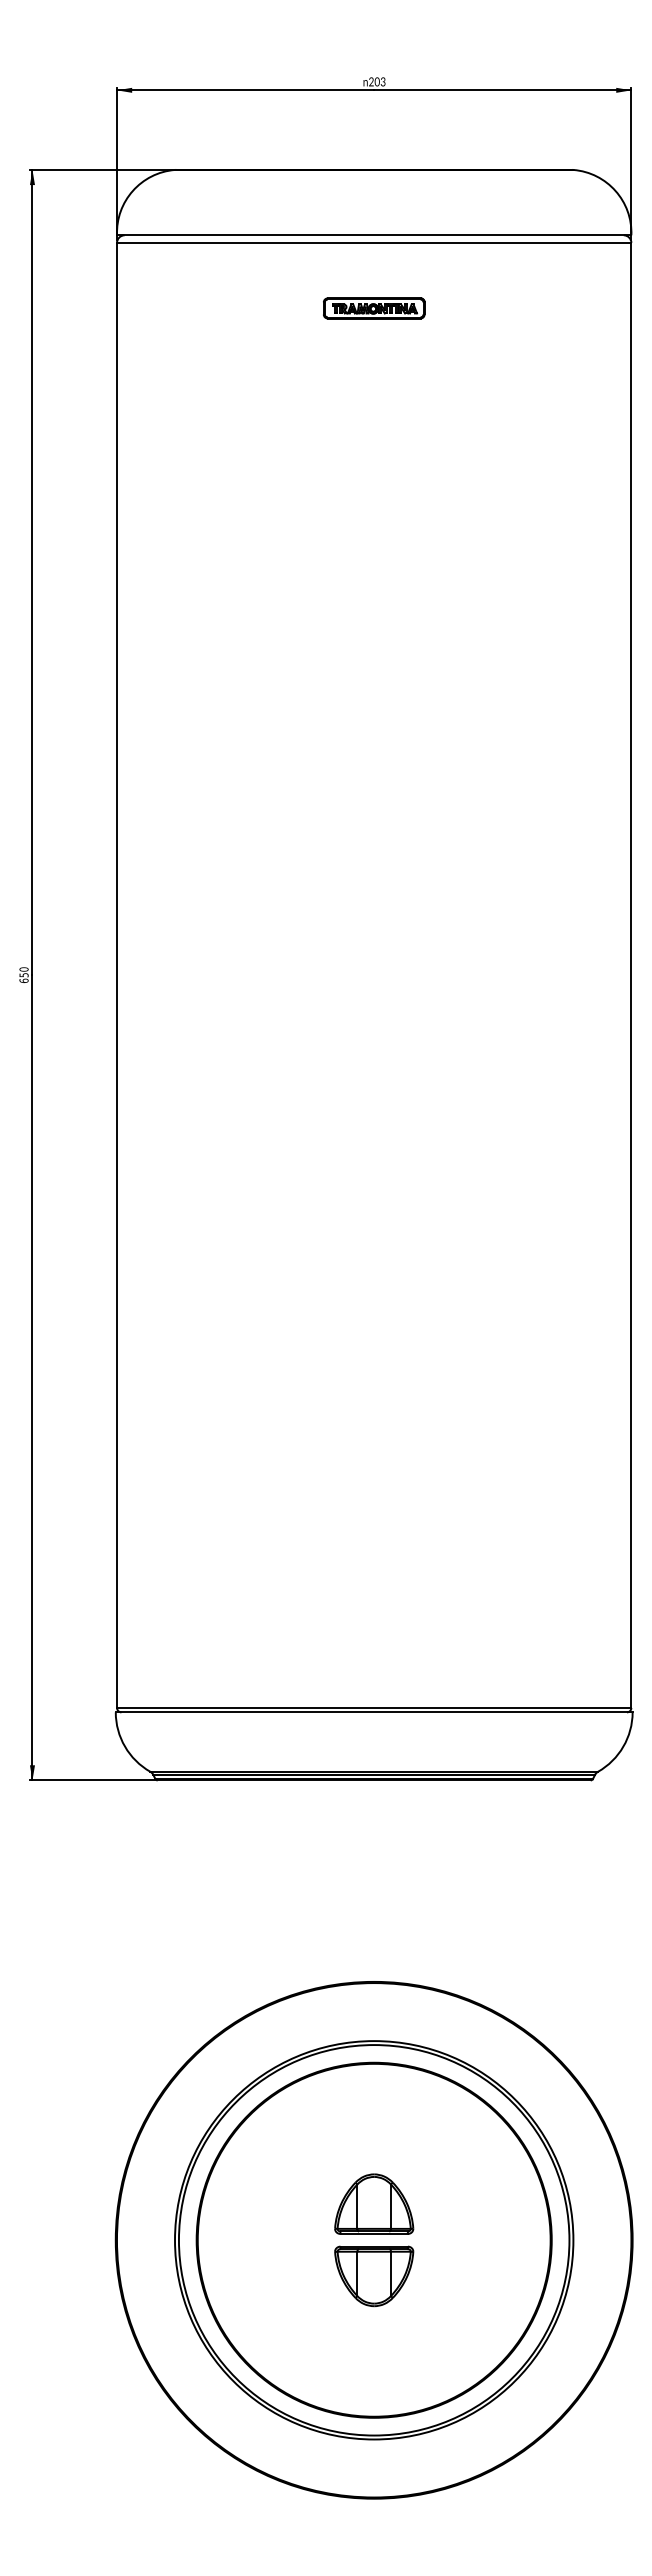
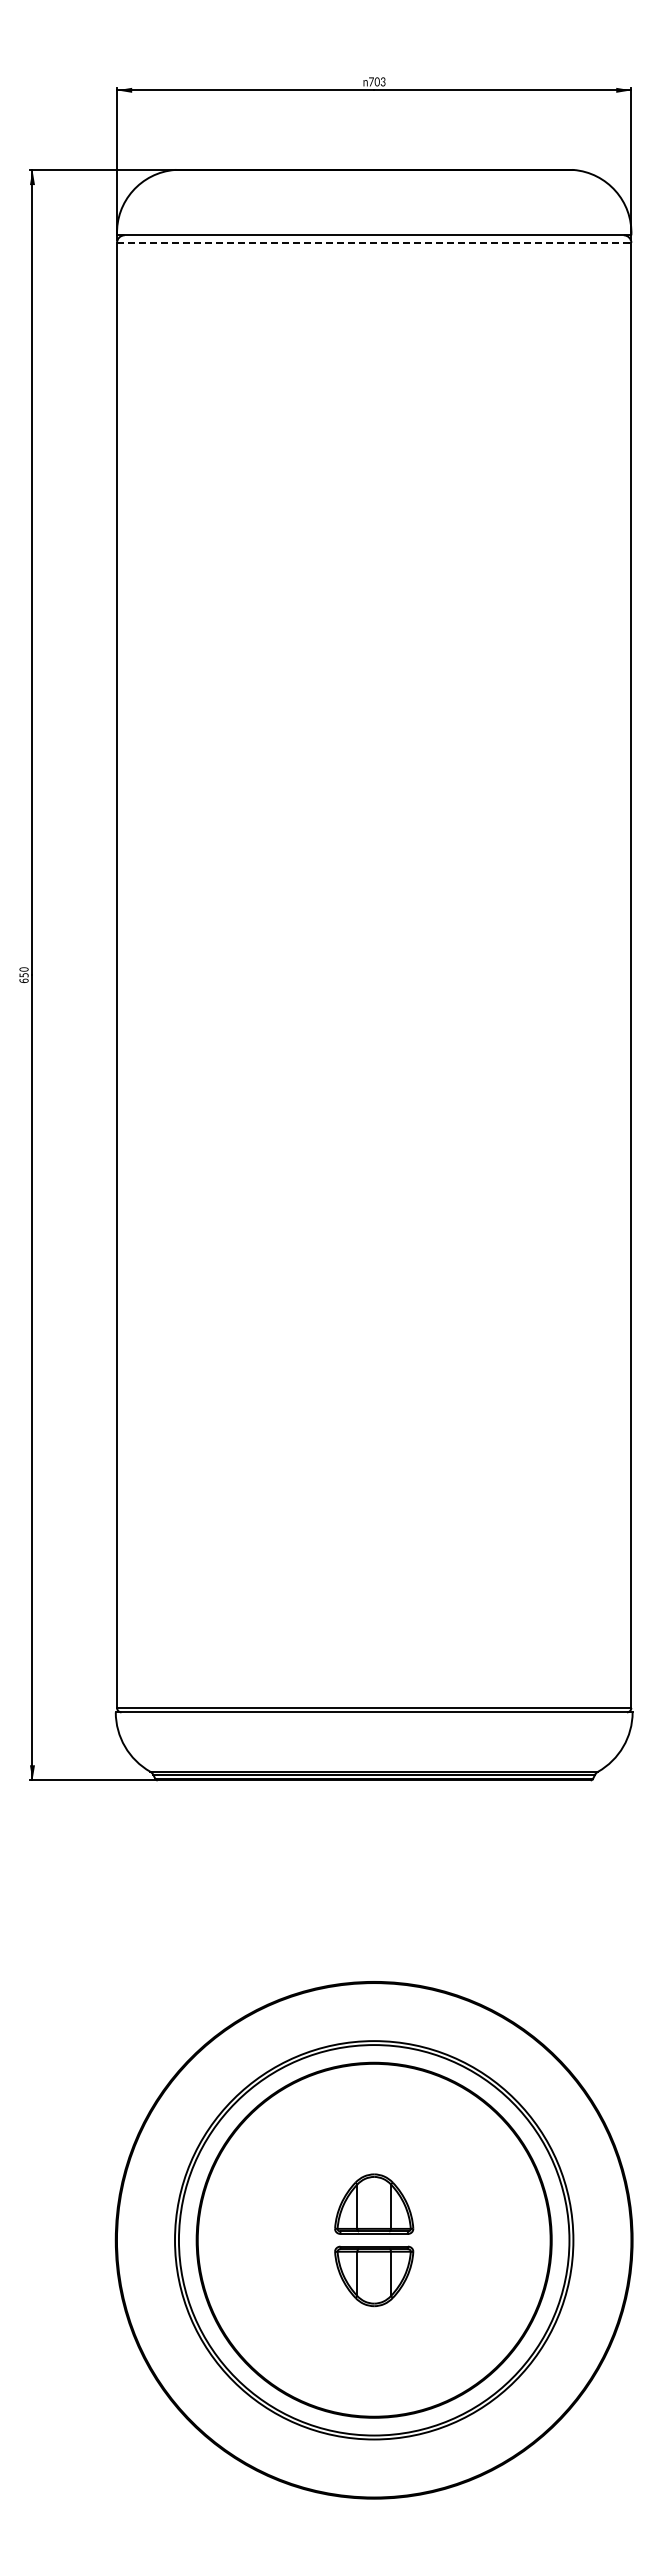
text at (371, 81): 203 -> 703
line at (374, 242): solid -> dashed
part at (374, 308): present -> none
